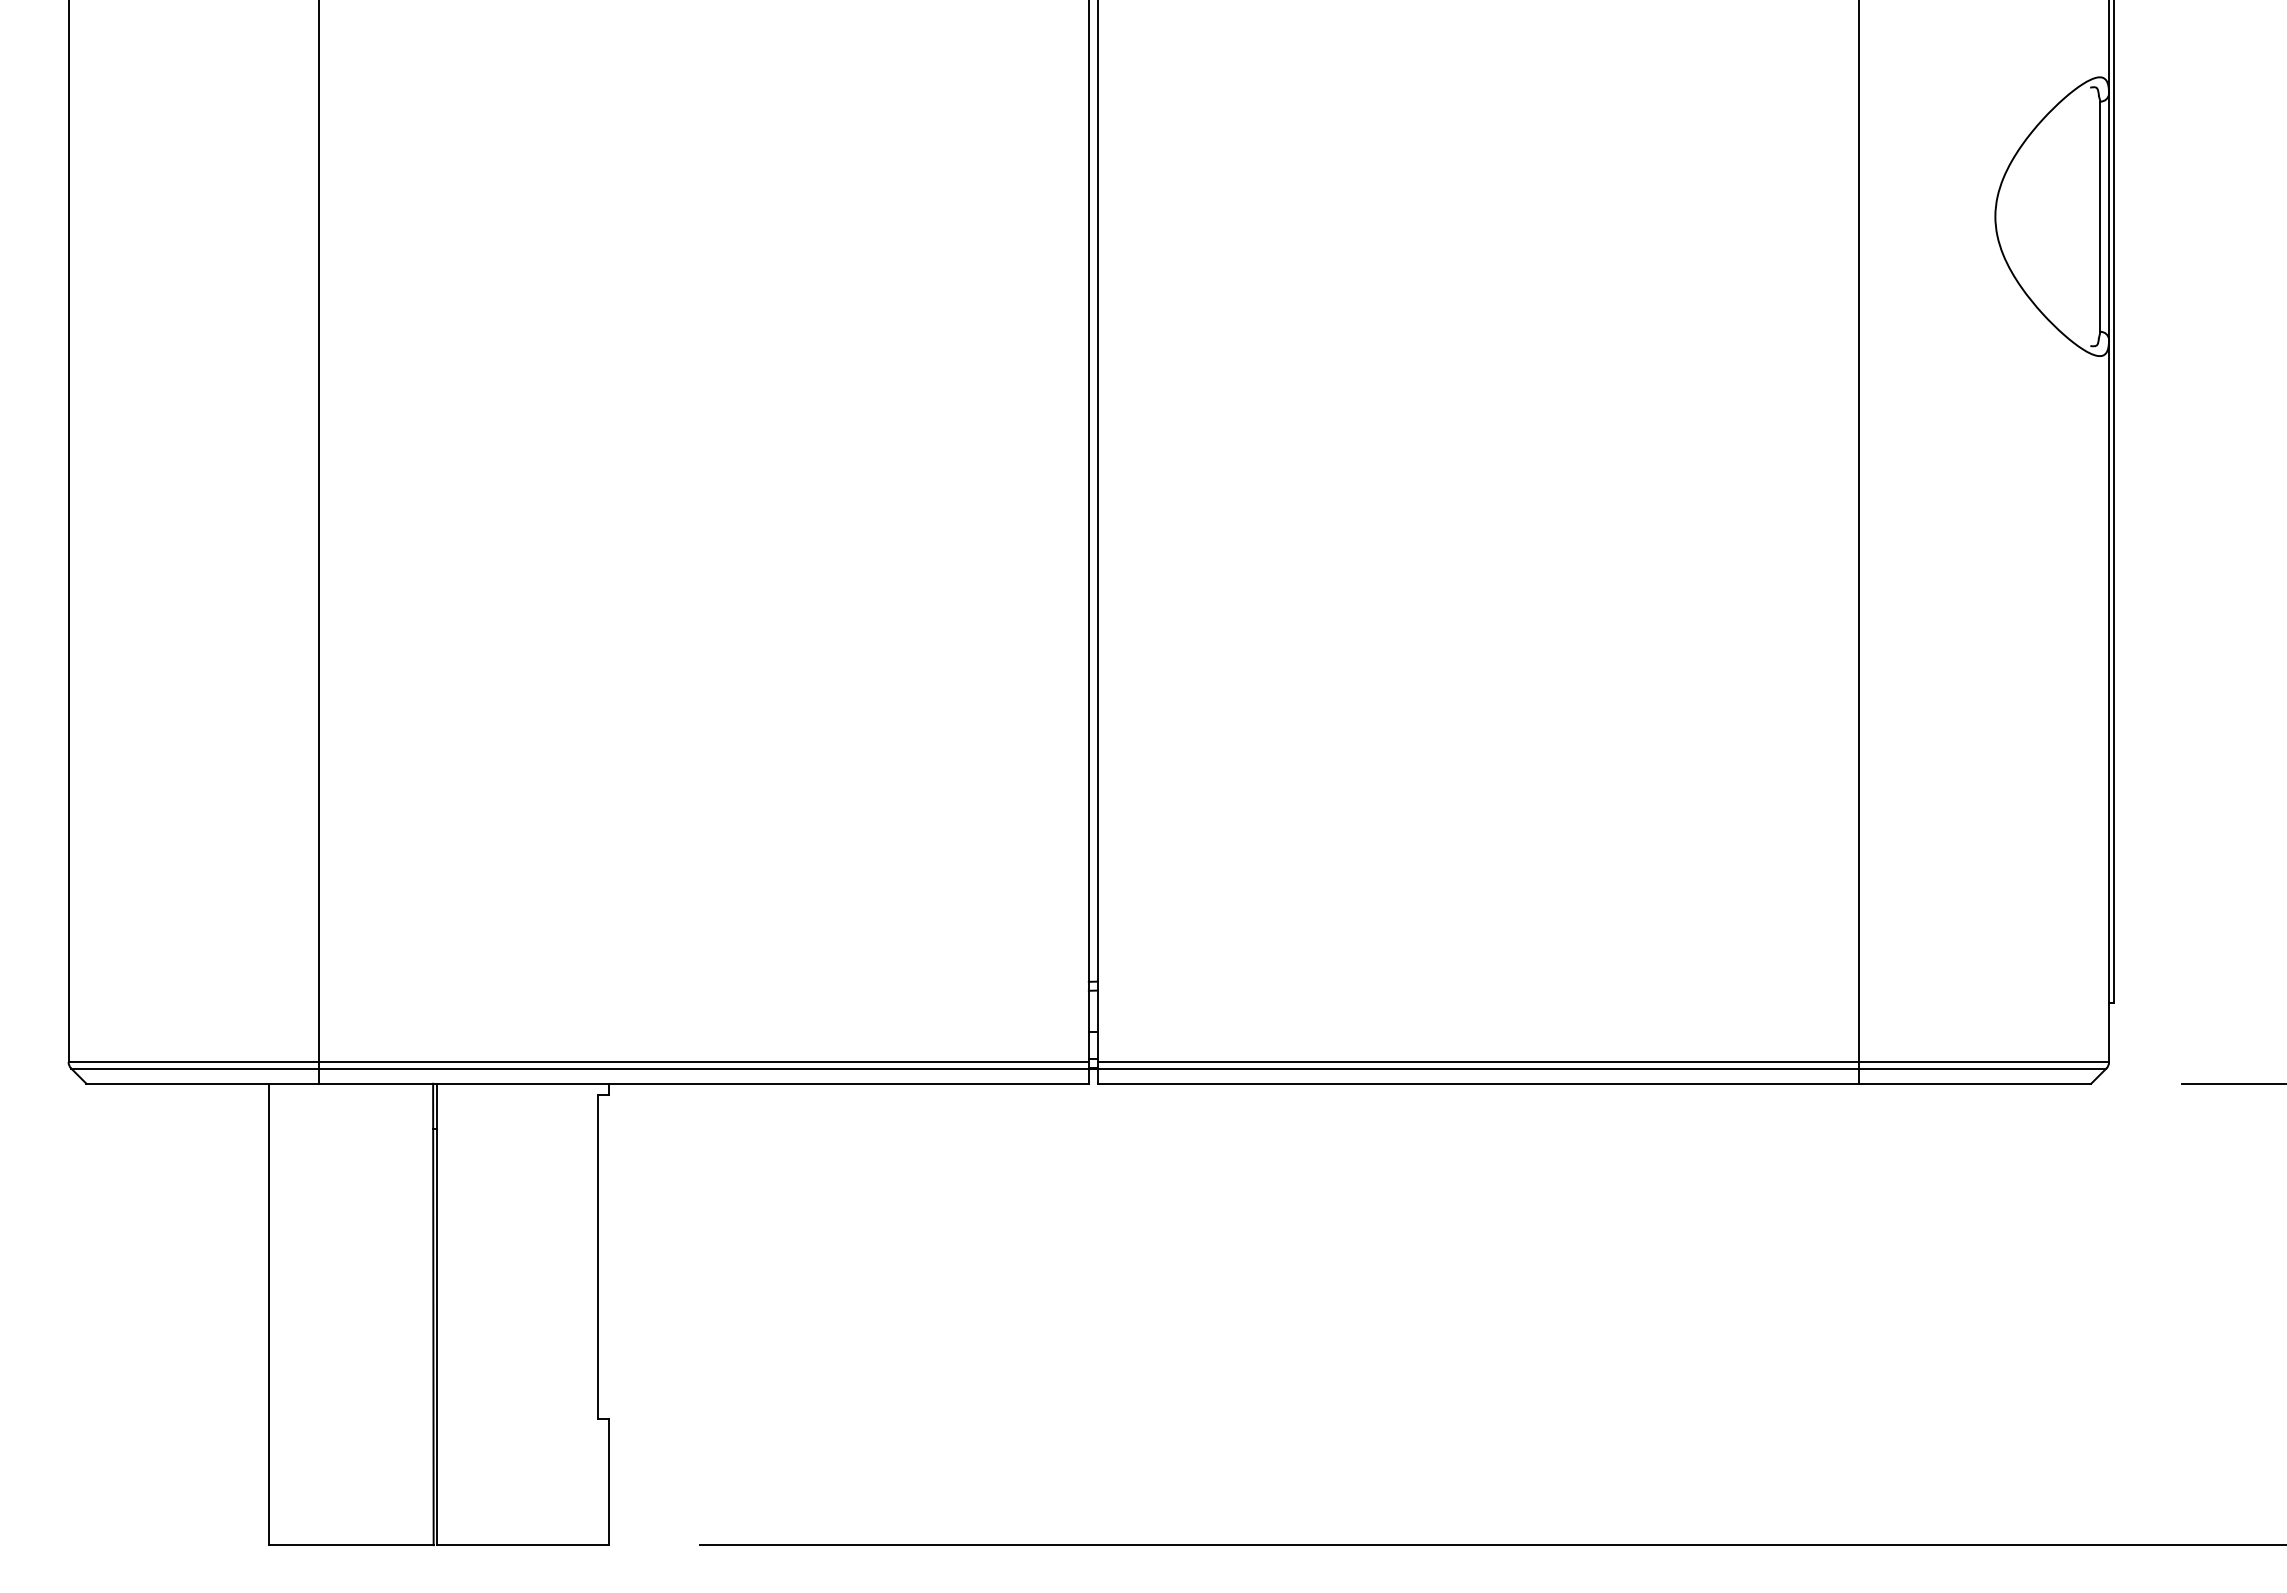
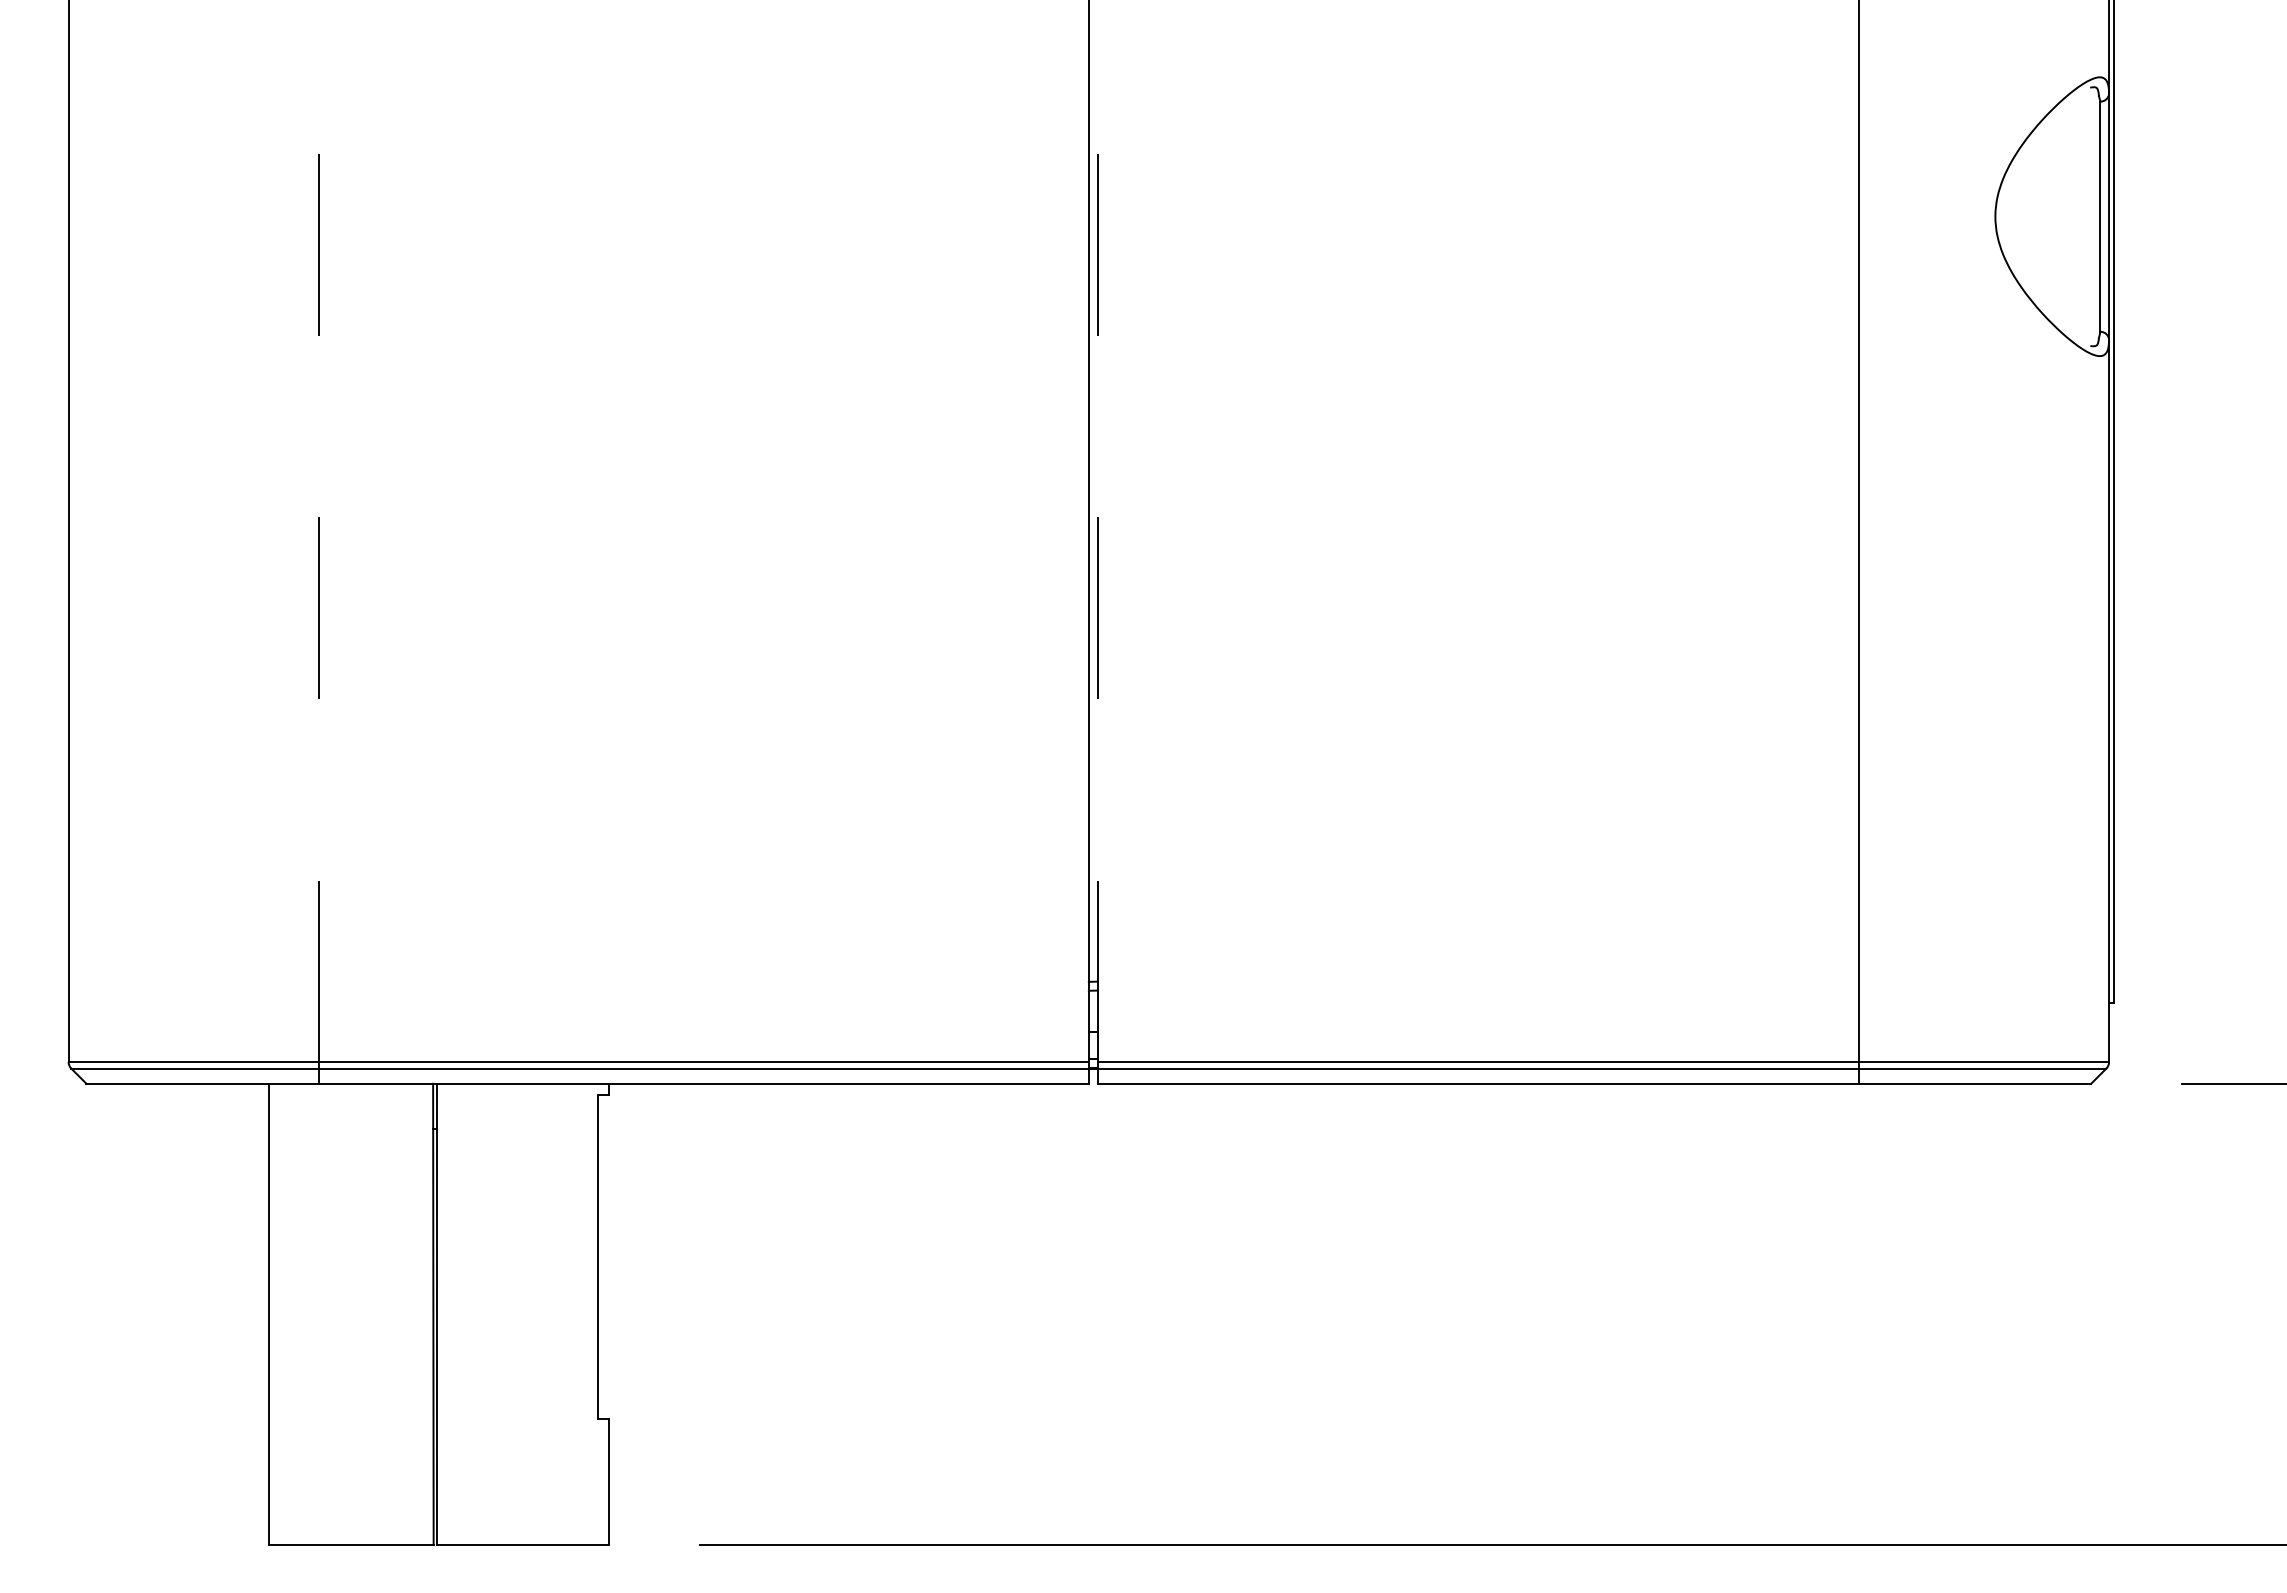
line at (318, 531): solid -> dashed
line at (1097, 531): solid -> dashed
